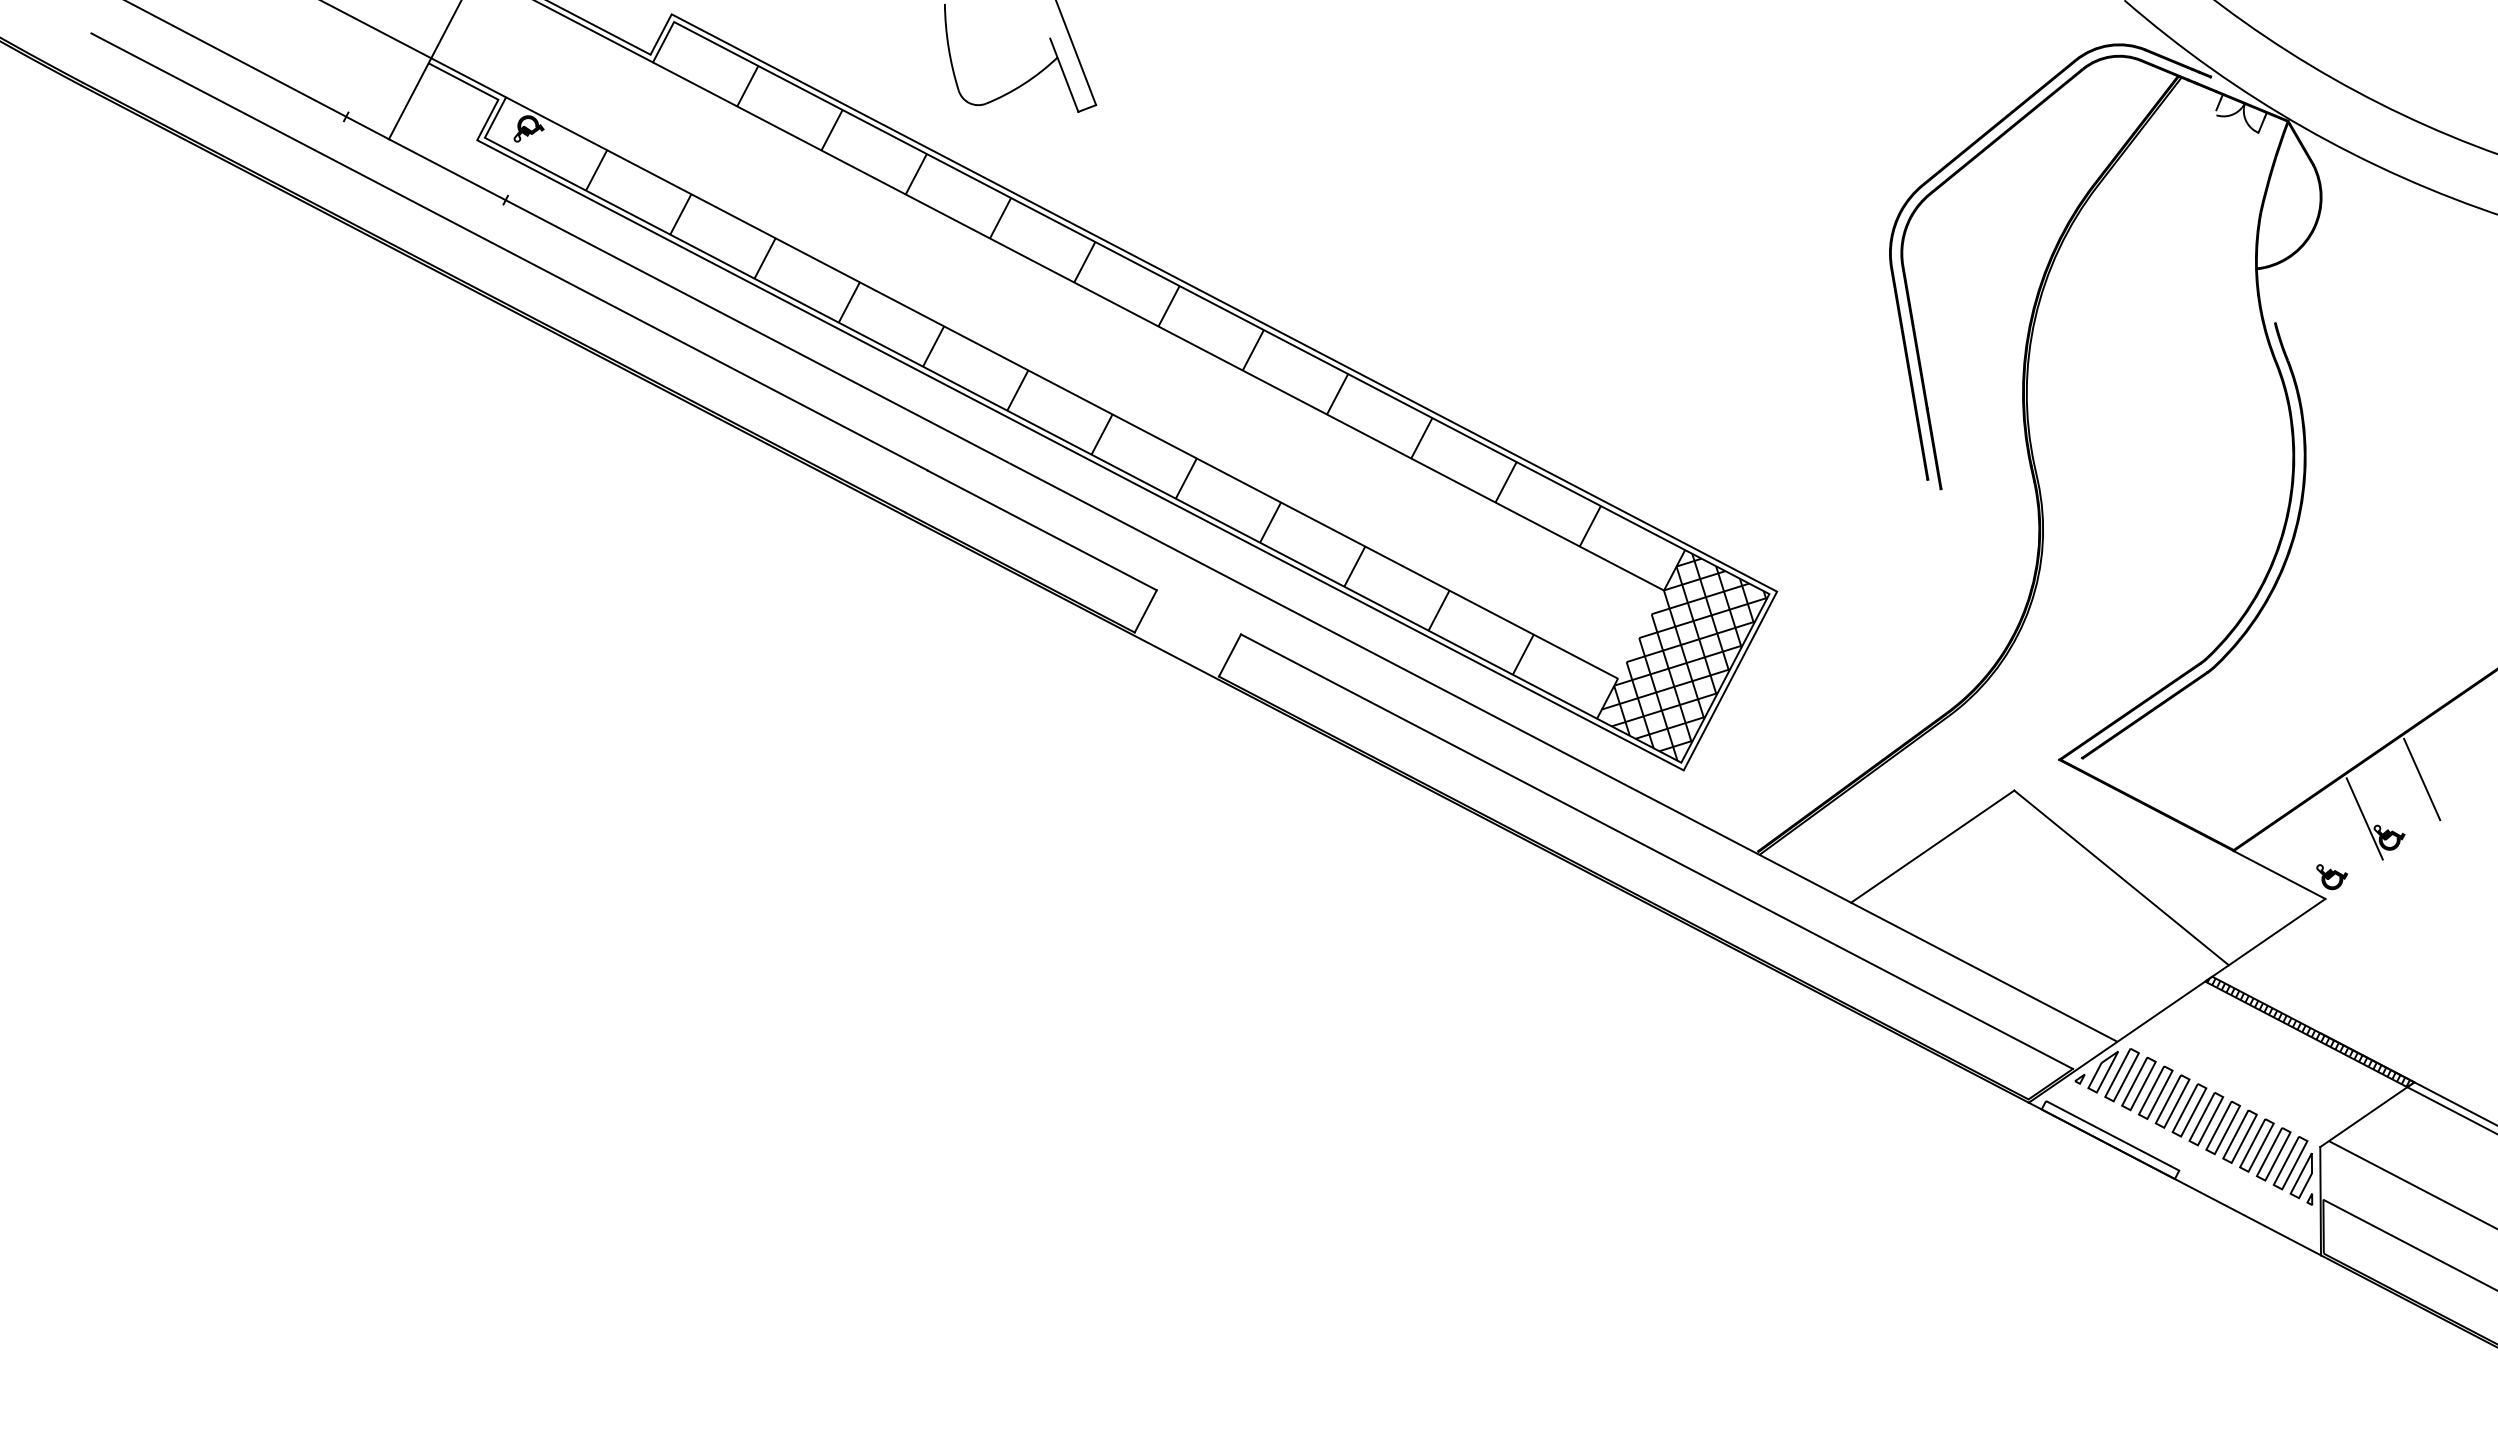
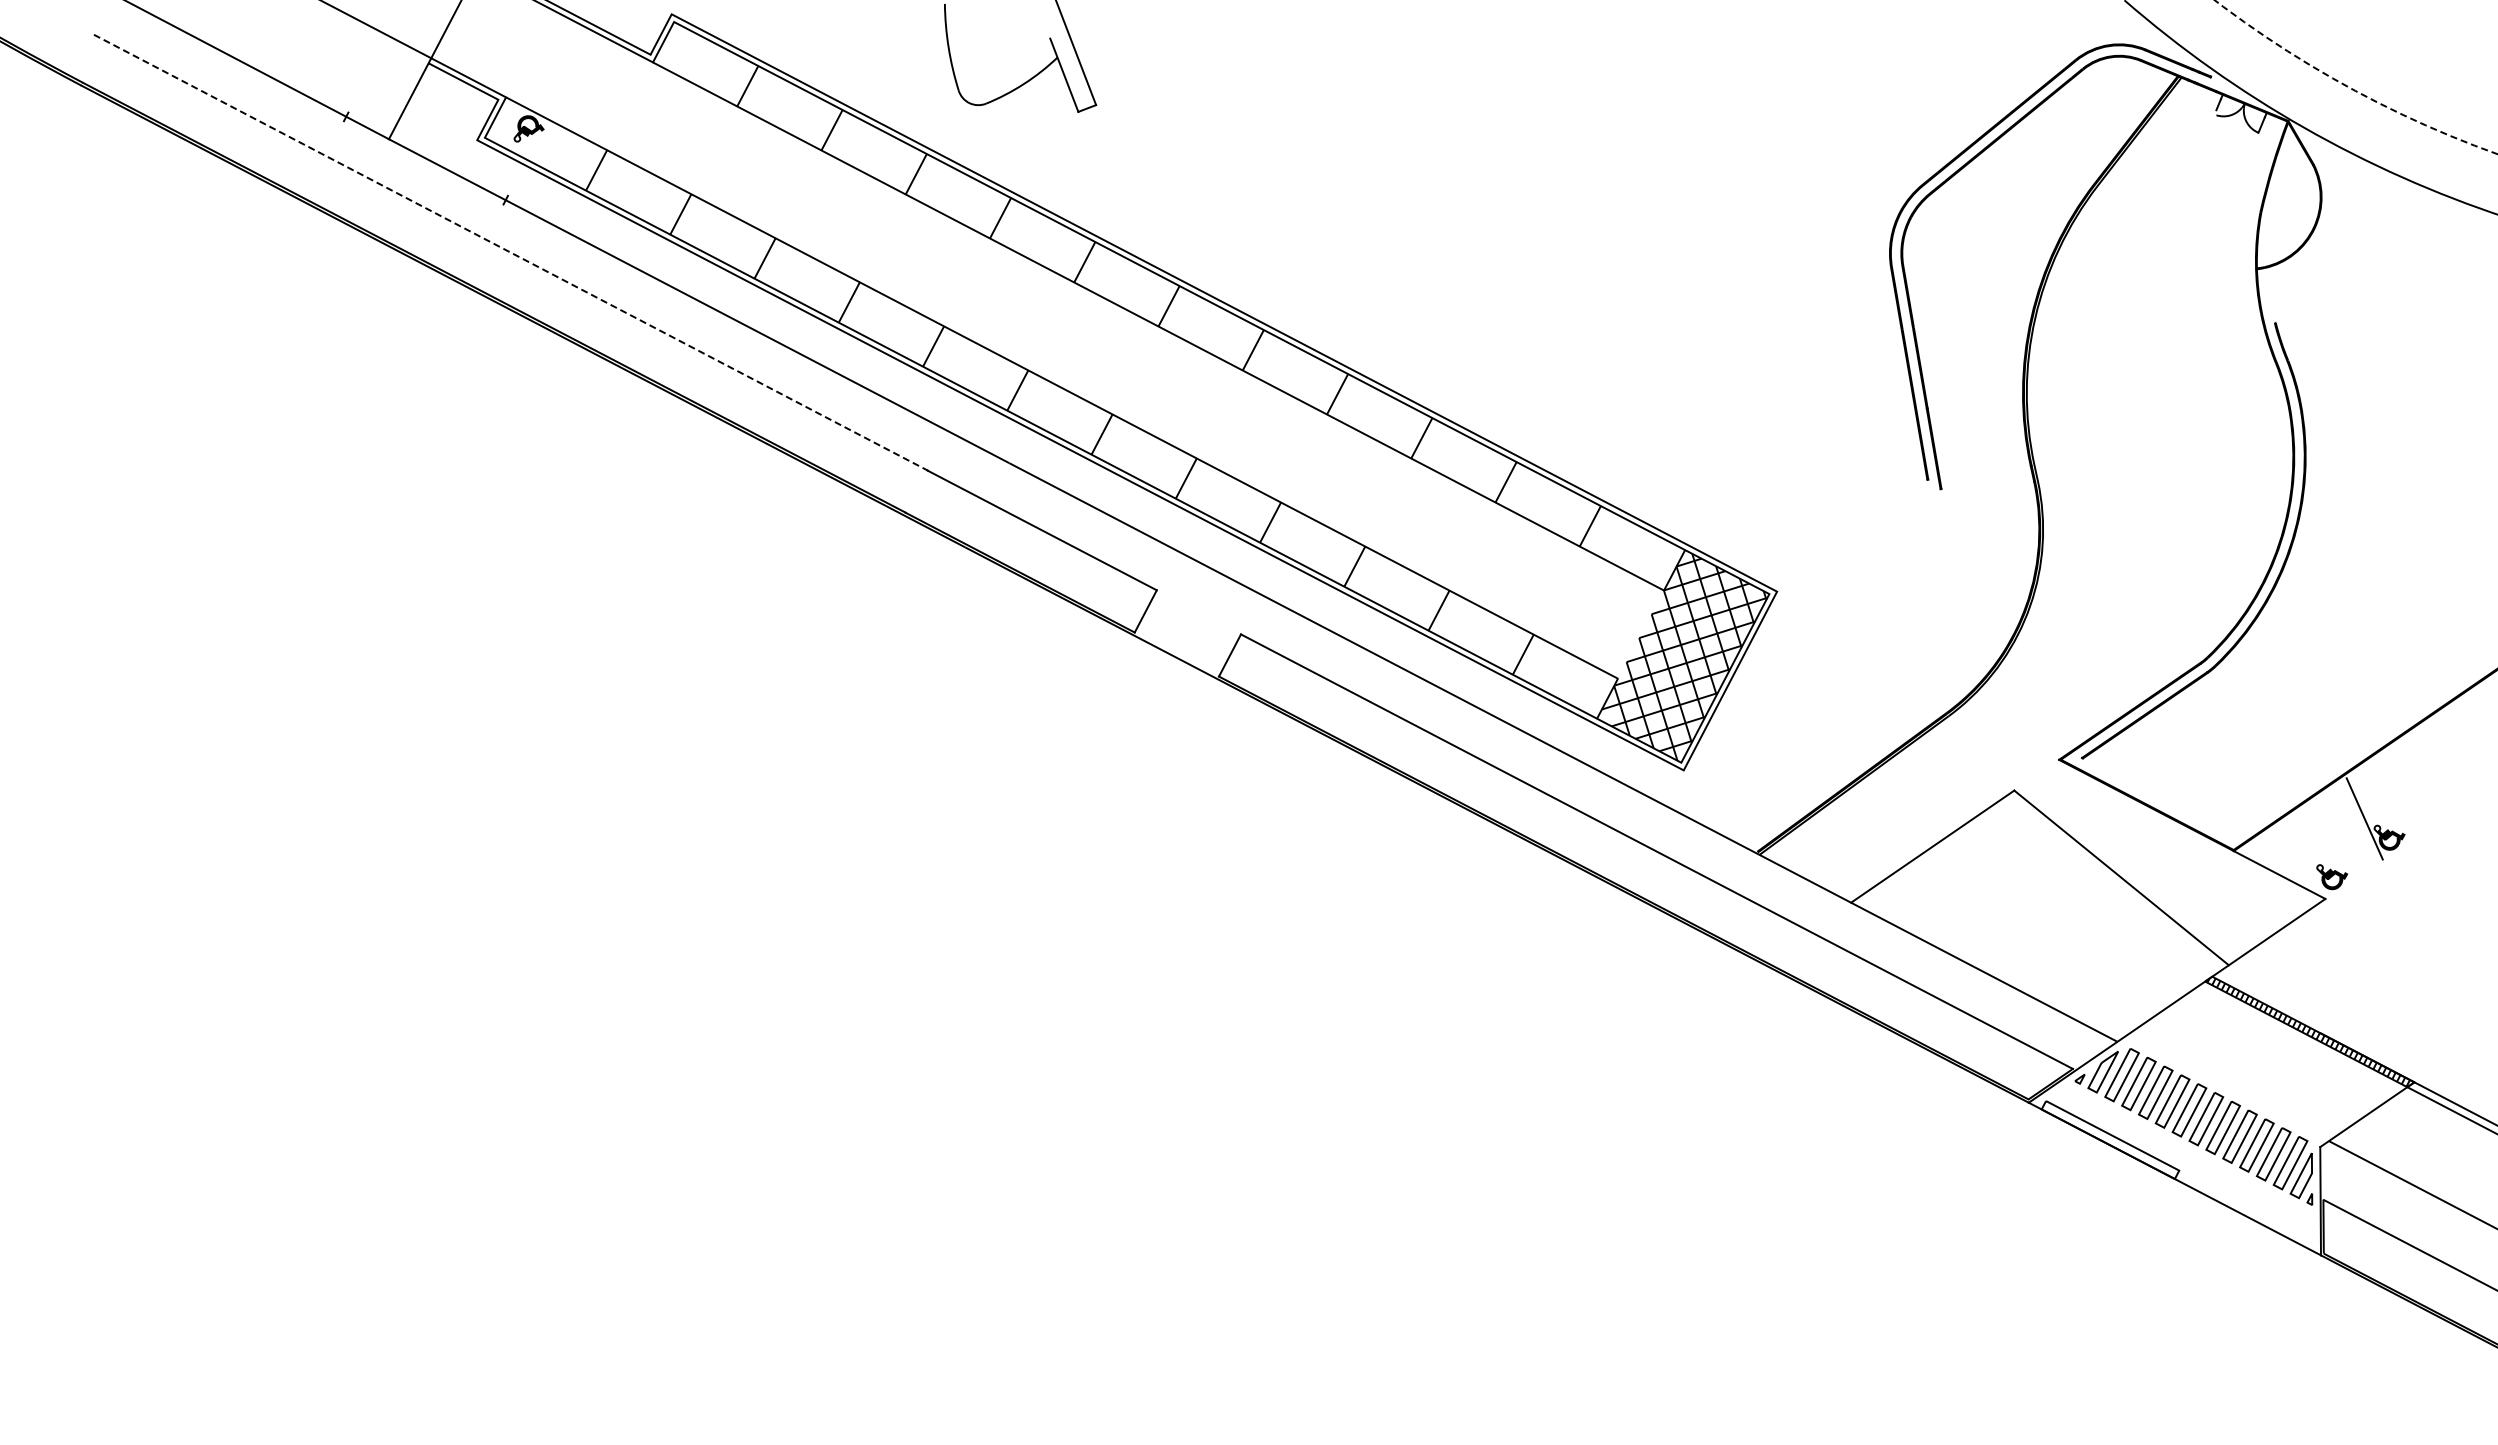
line at (2350, 88): solid -> dashed
line at (509, 252): solid -> dashed
line at (2422, 779): present -> none
